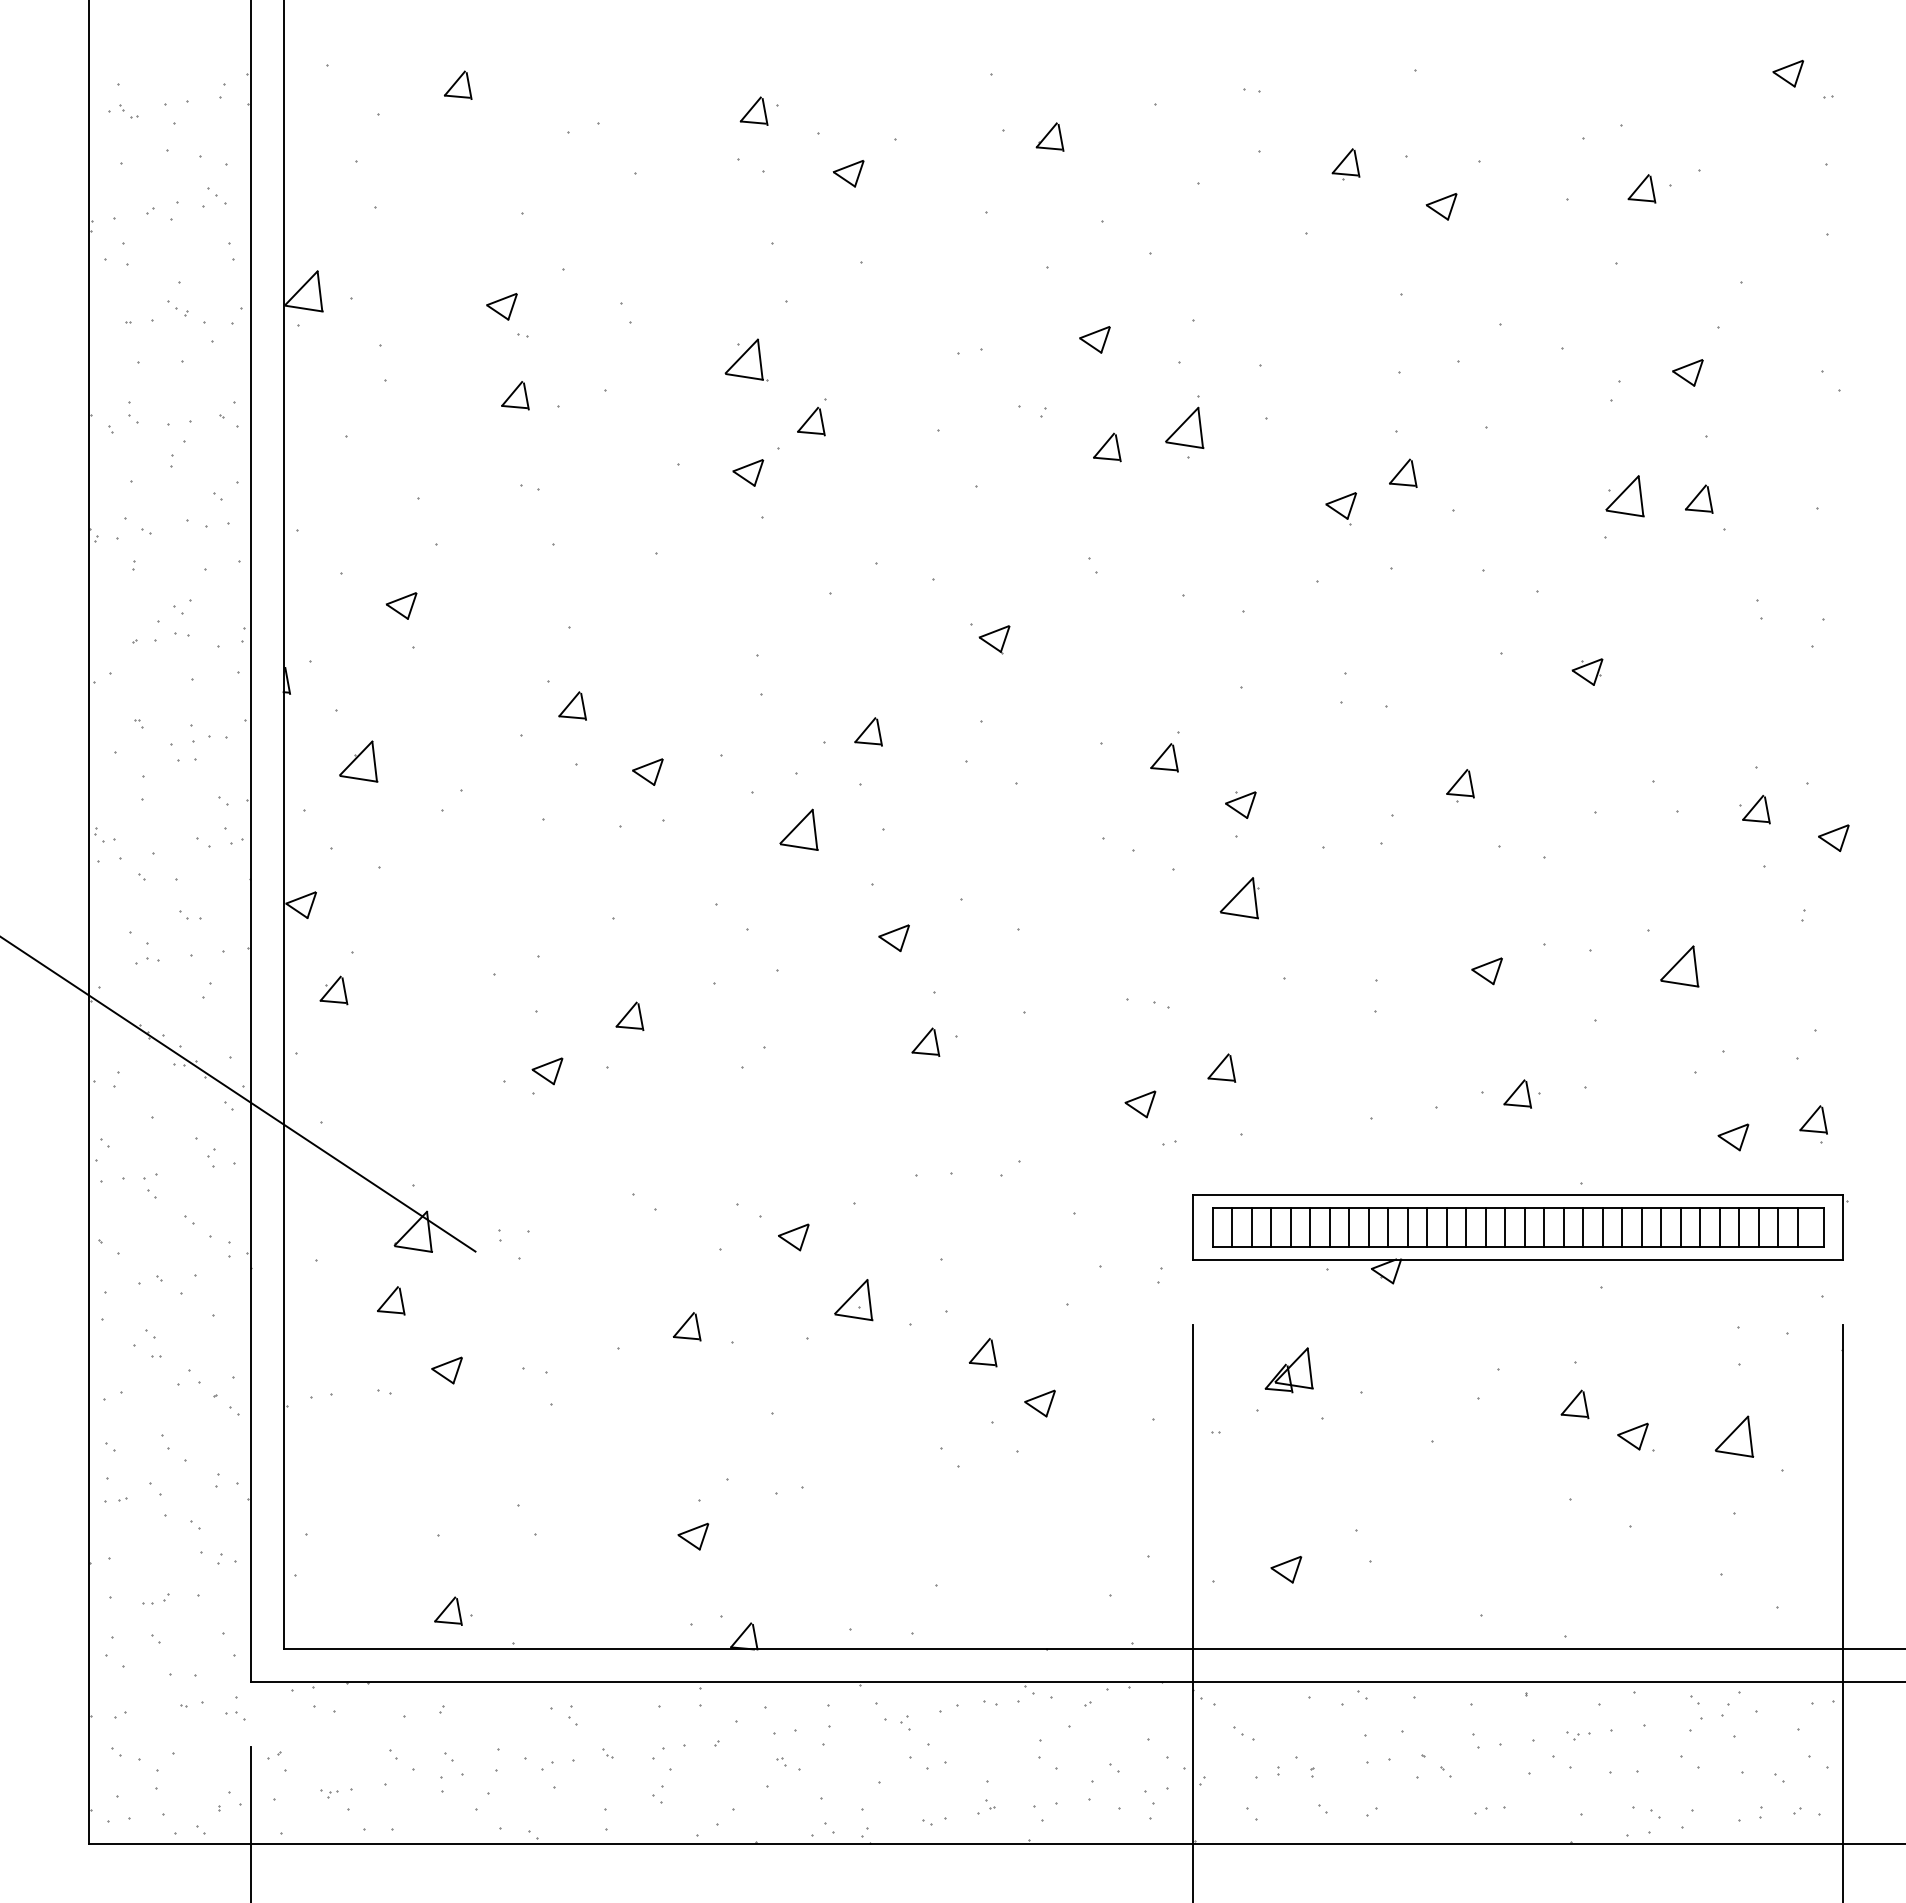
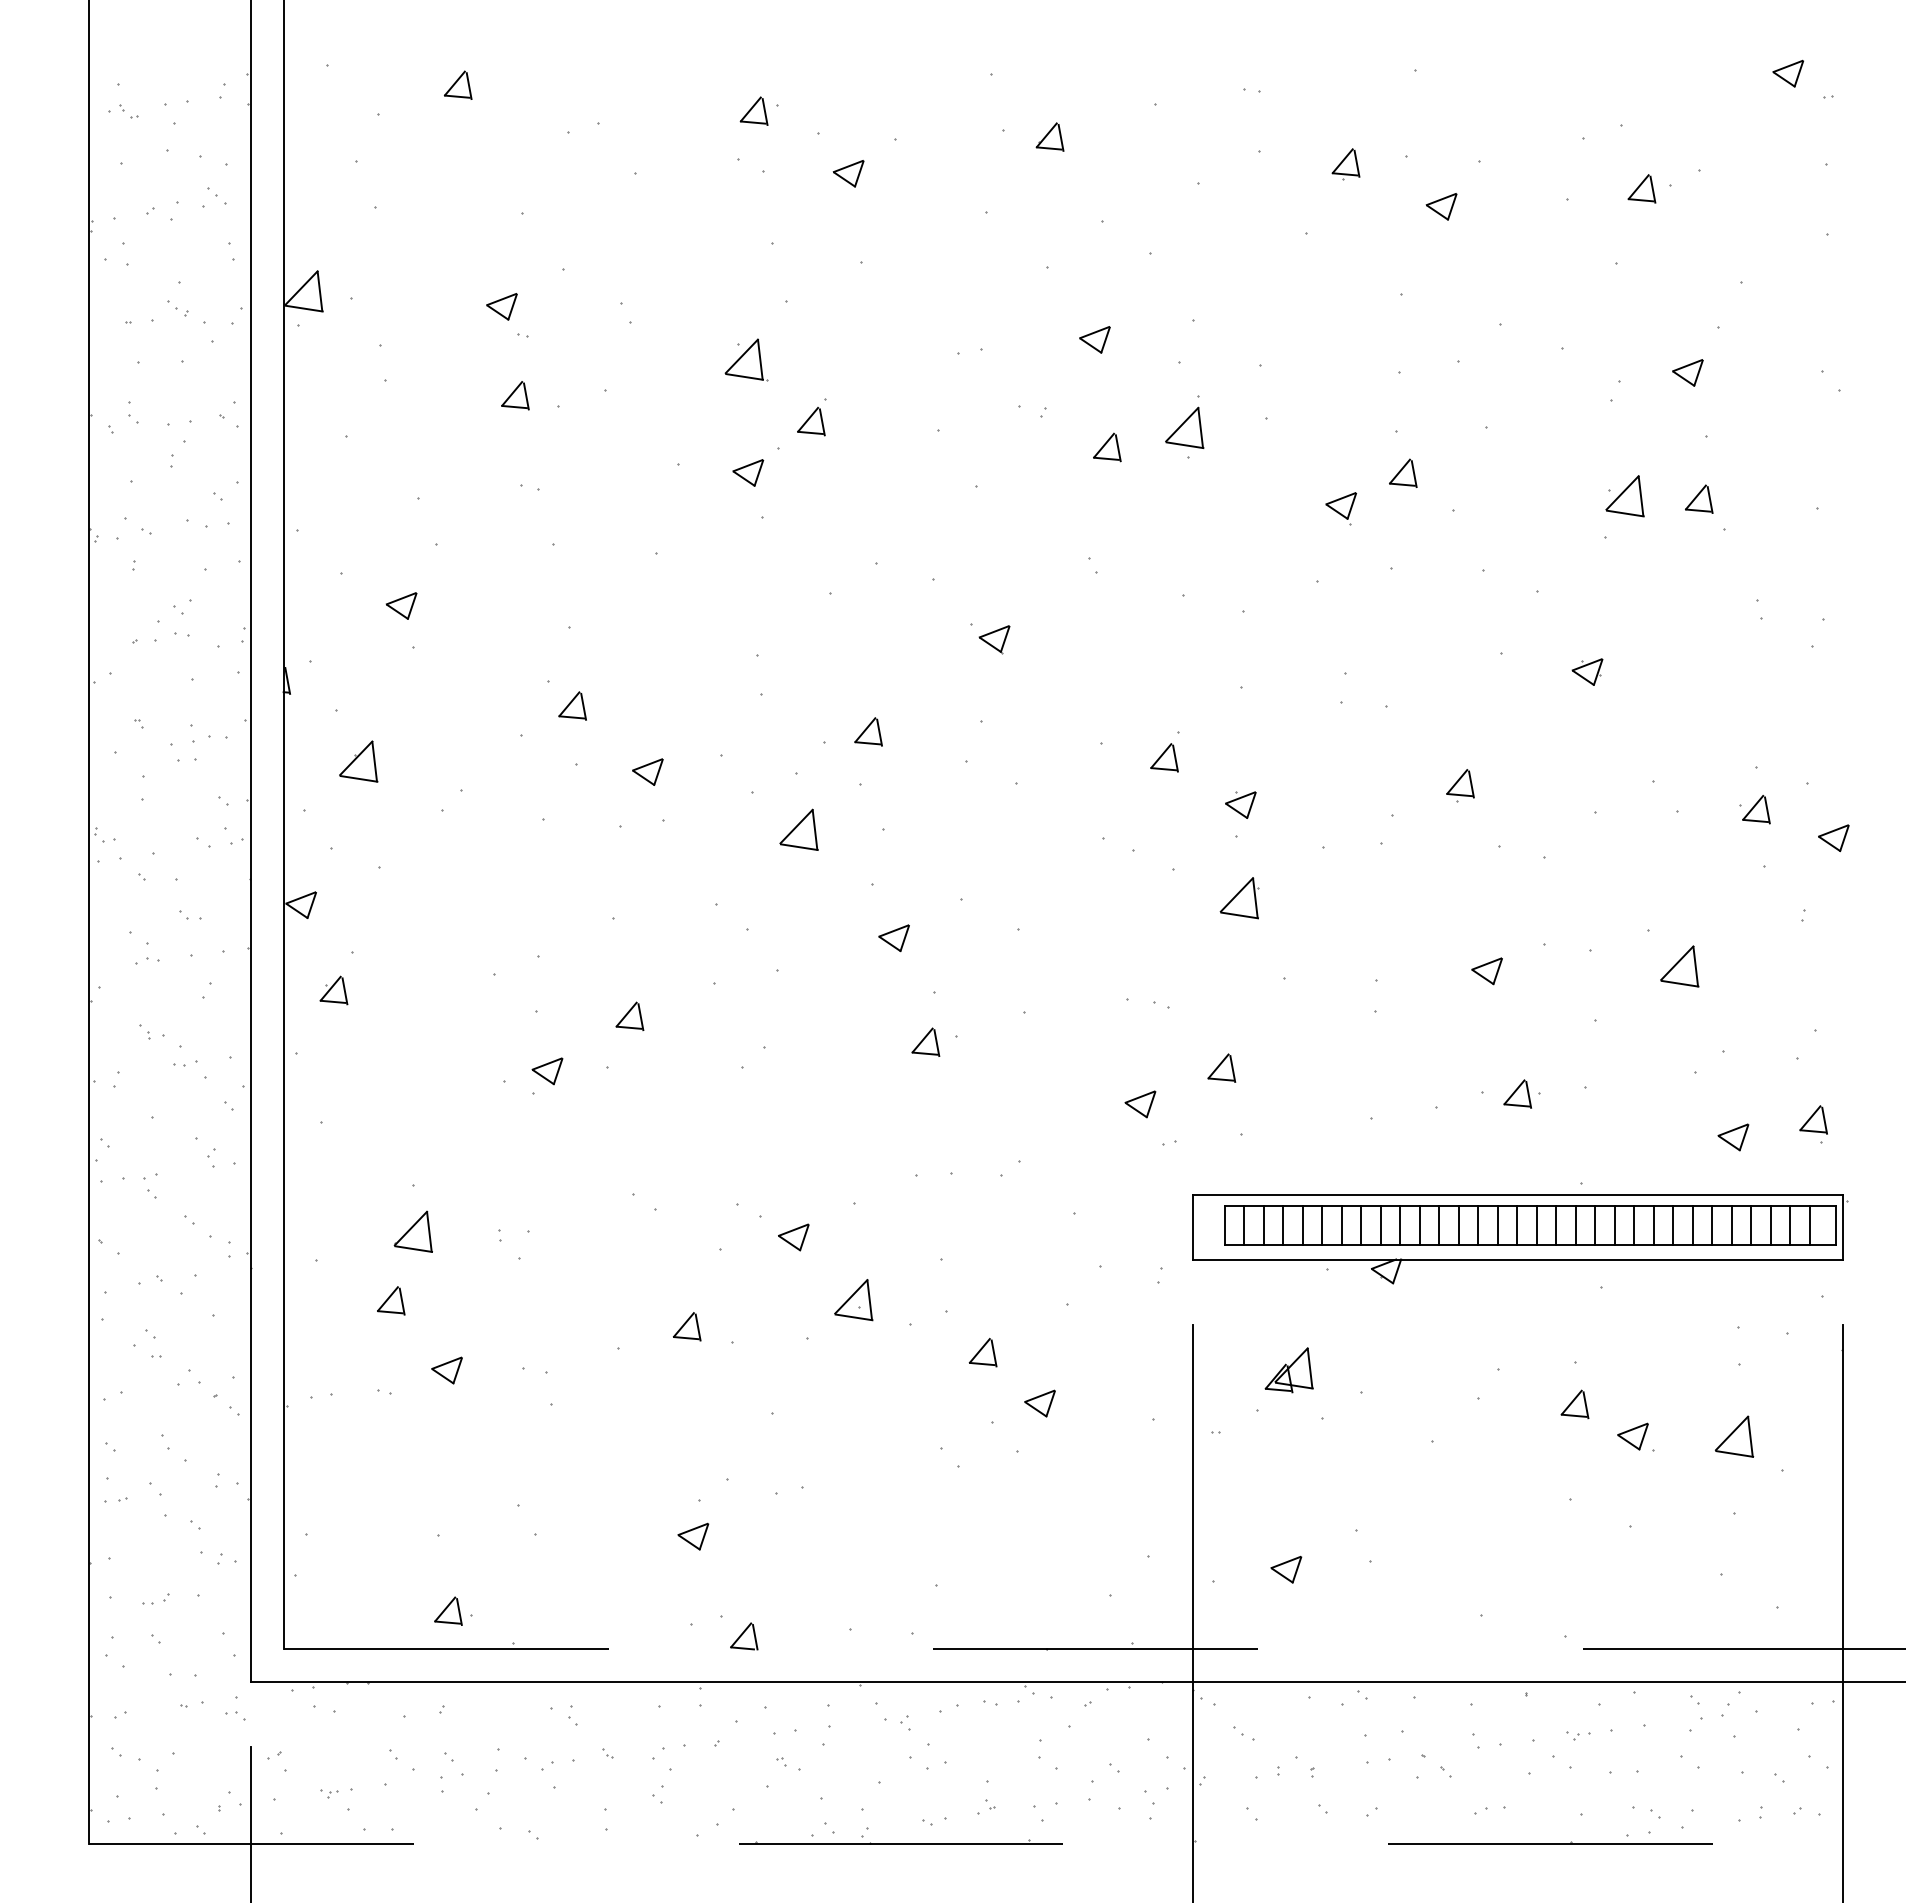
line at (238, 1094): present -> none
part at (1518, 1227) position: (1518, 1227) -> (1530, 1225)
line at (1094, 1649): solid -> dashed
line at (997, 1844): solid -> dashed
